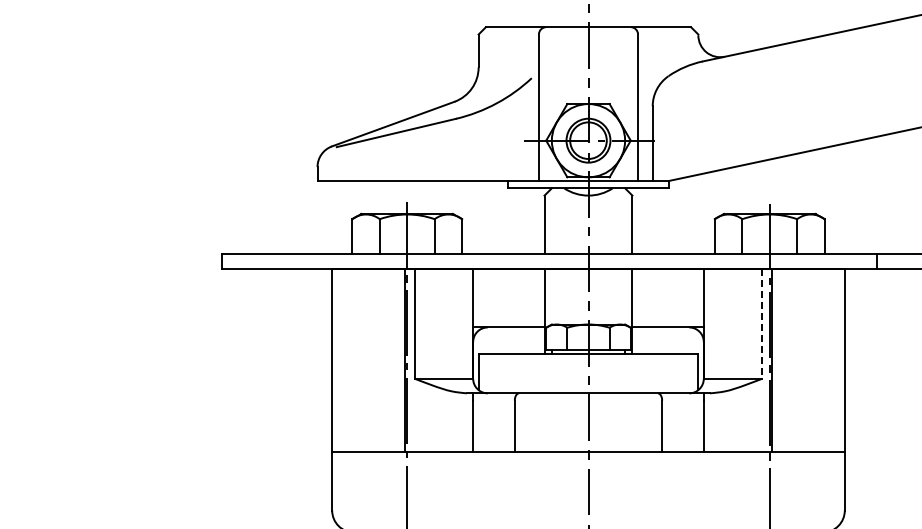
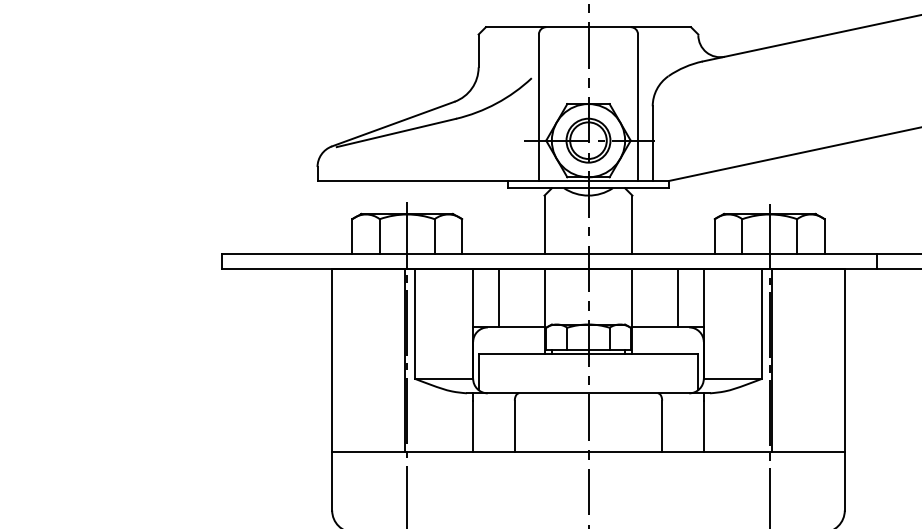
line at (498, 297): none -> present
line at (678, 297): none -> present
line at (762, 323): dashed -> solid
